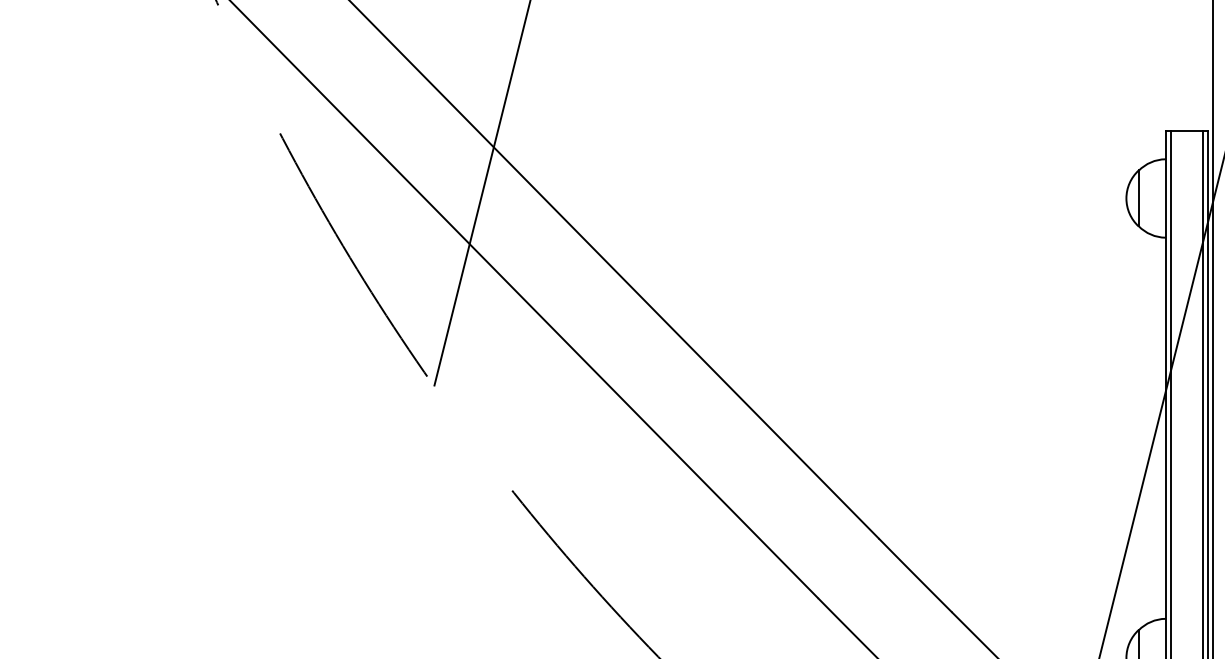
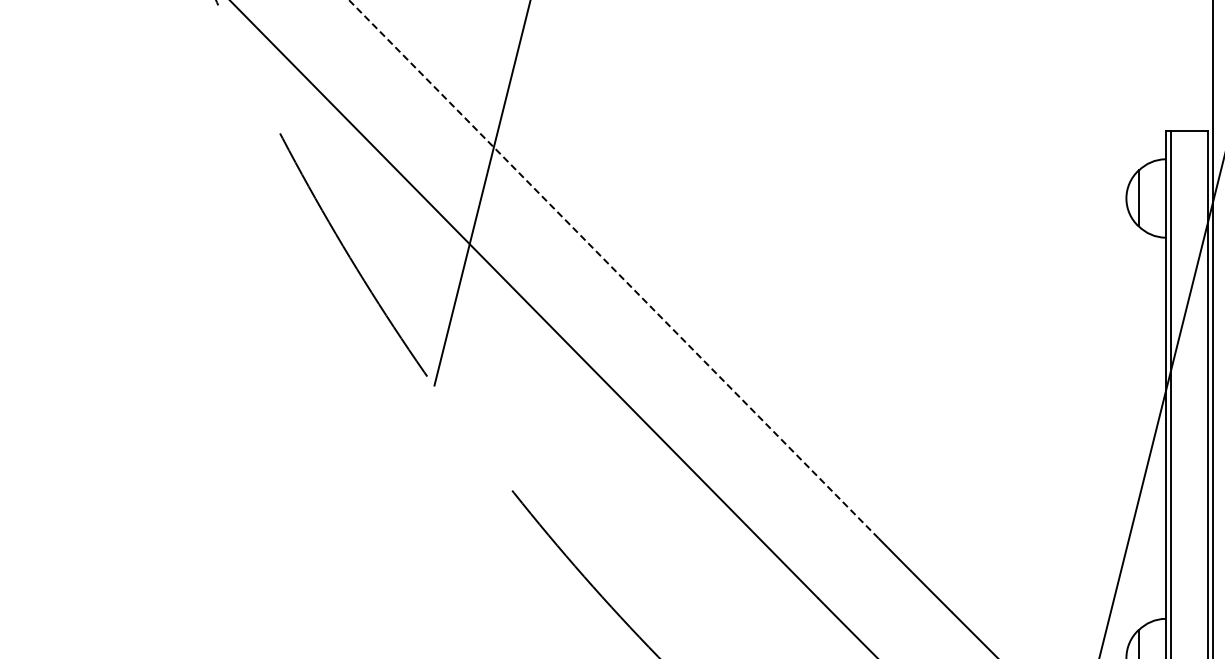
line at (613, 268): solid -> dashed
line at (1202, 393): present -> none
